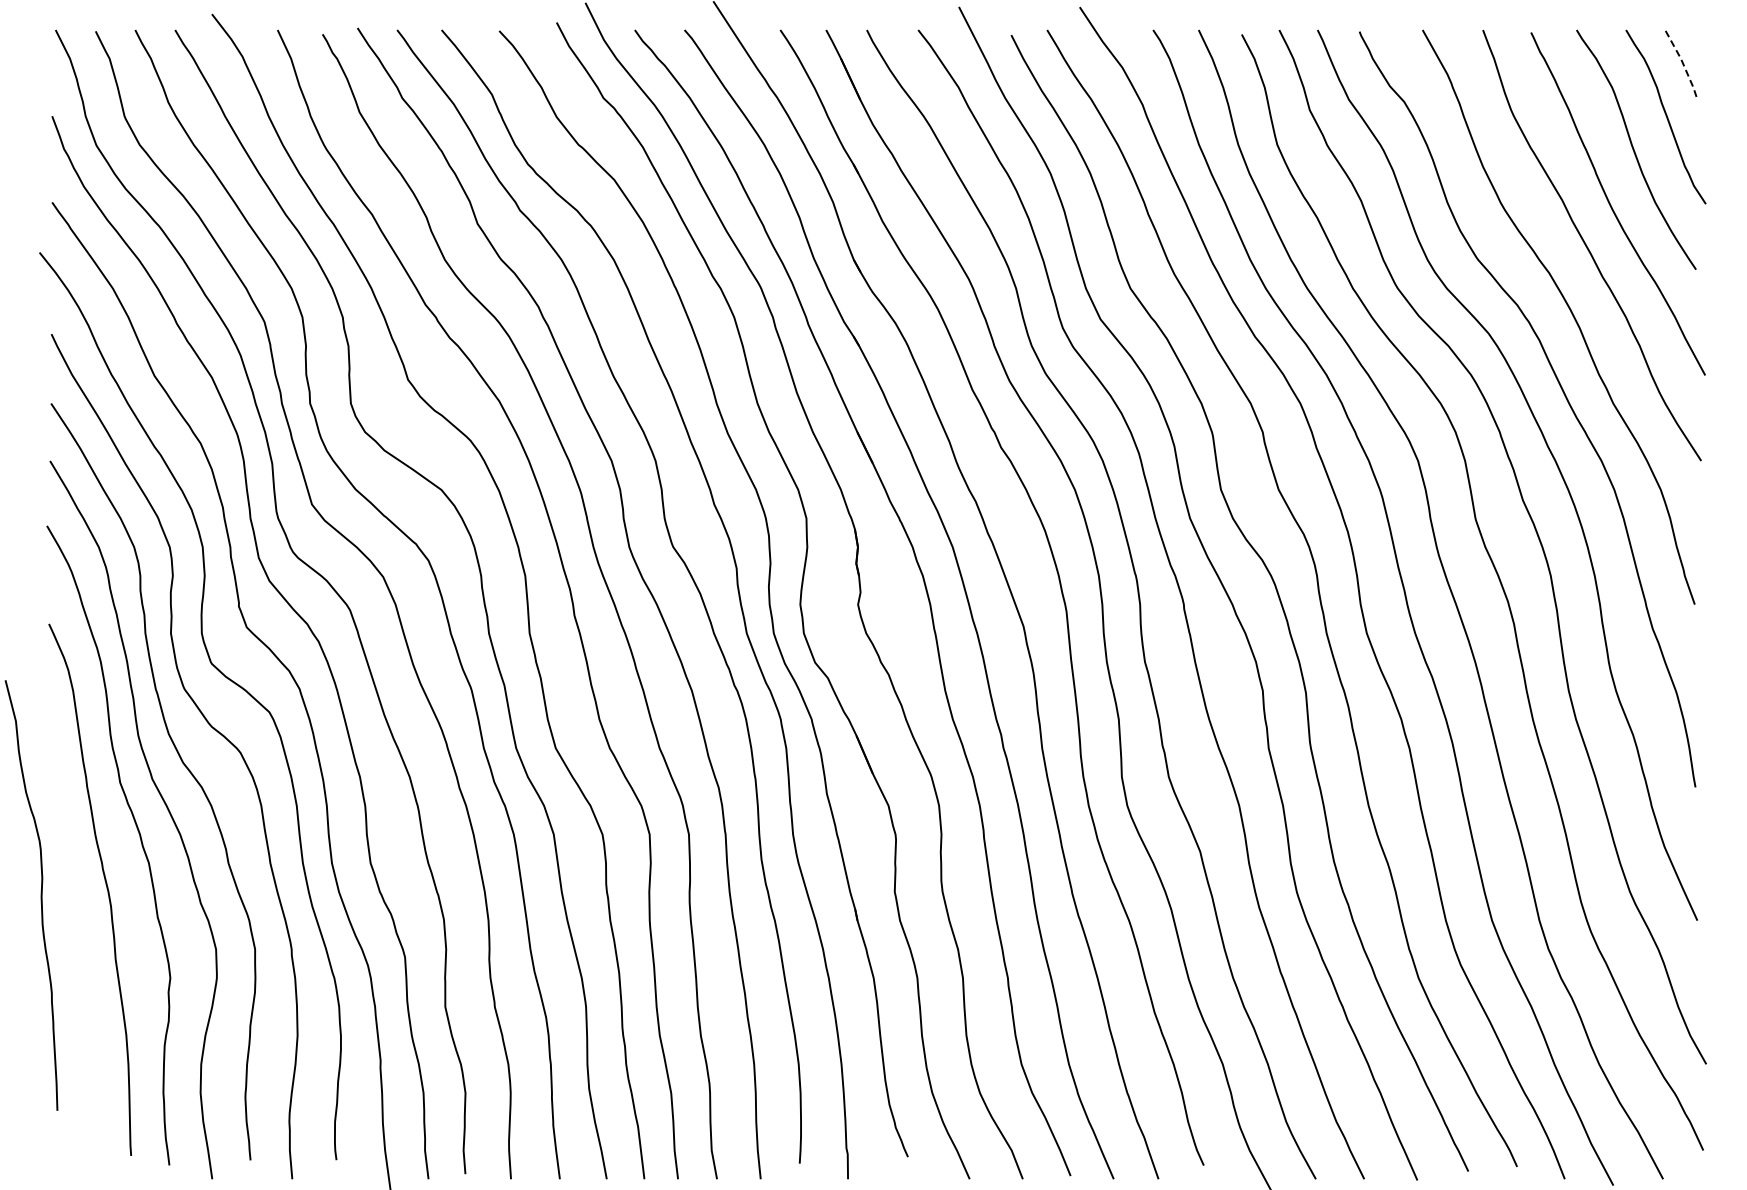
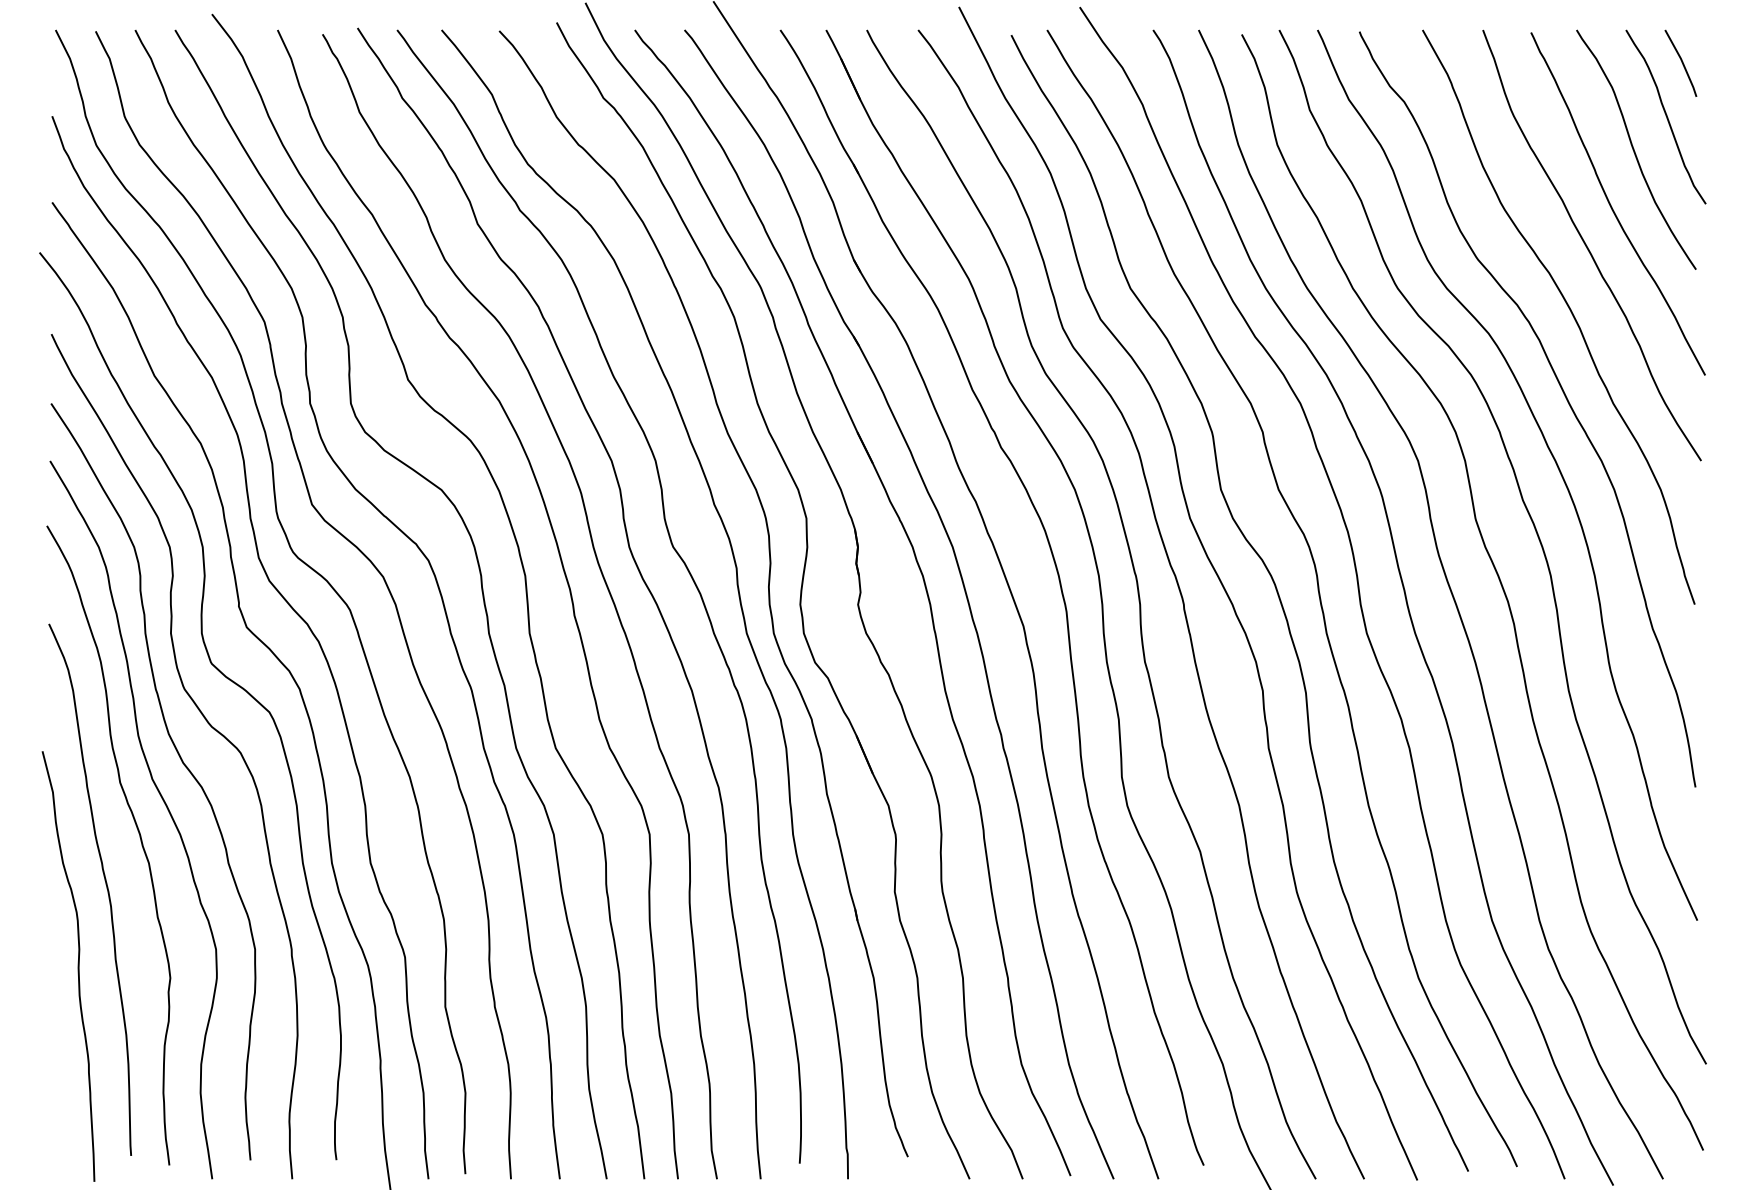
line at (1682, 62): dashed -> solid
curve at (40, 895) position: (40, 895) -> (77, 966)
